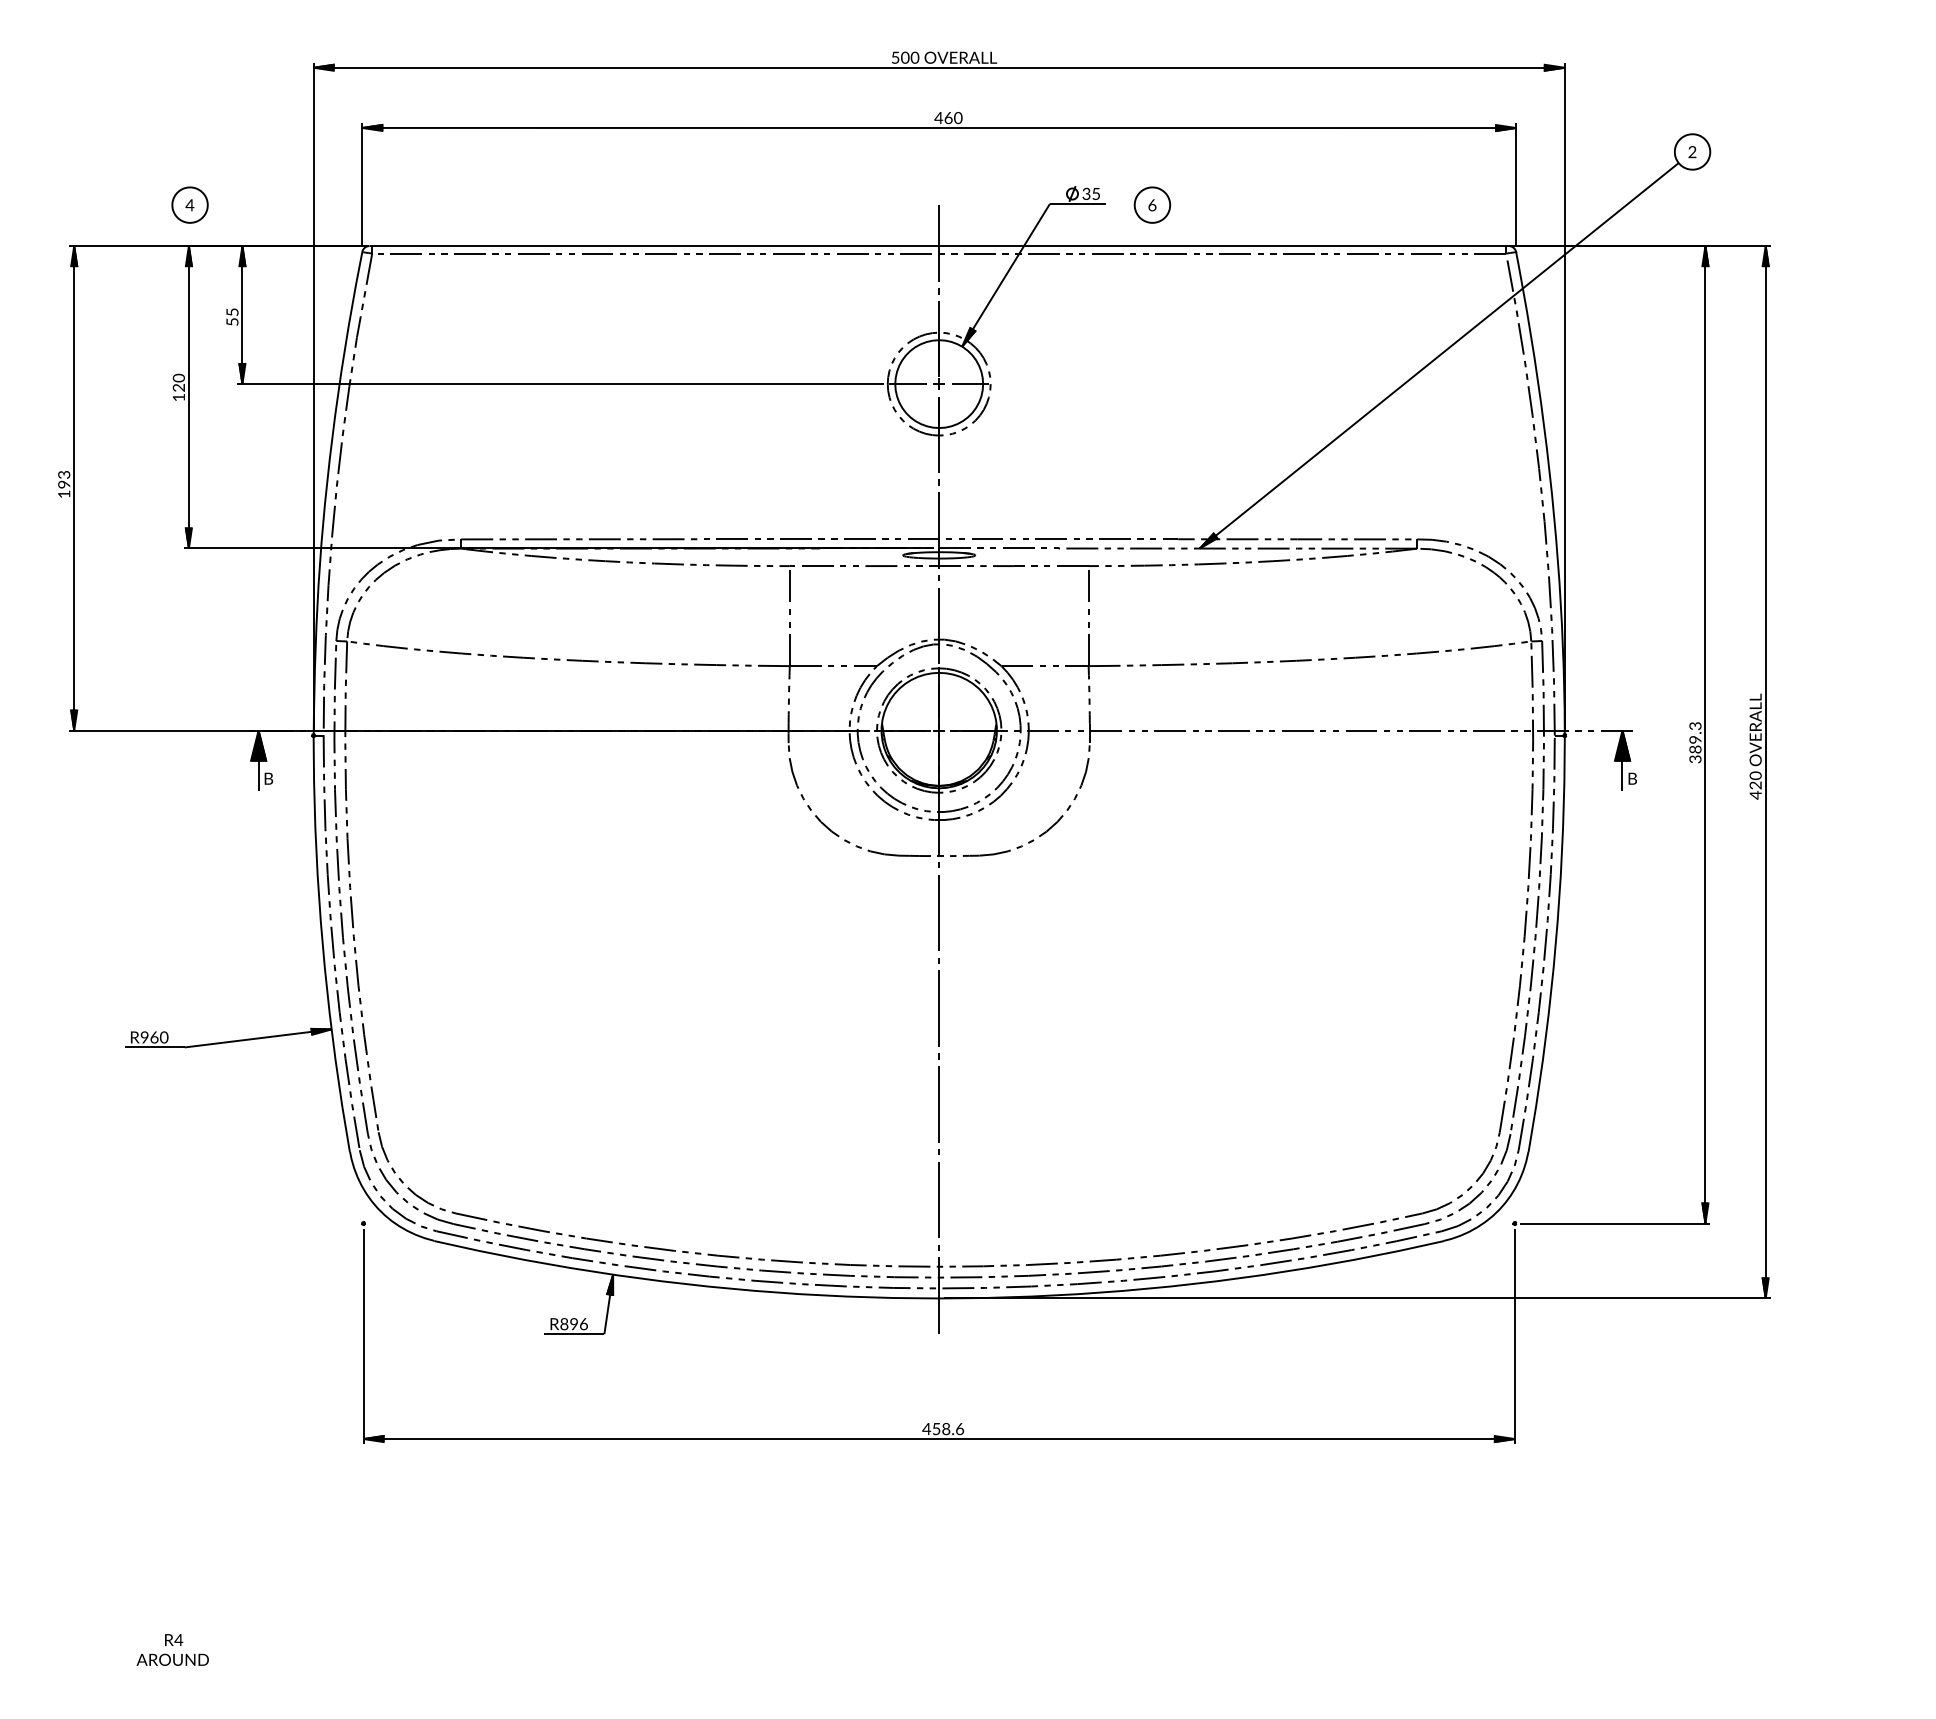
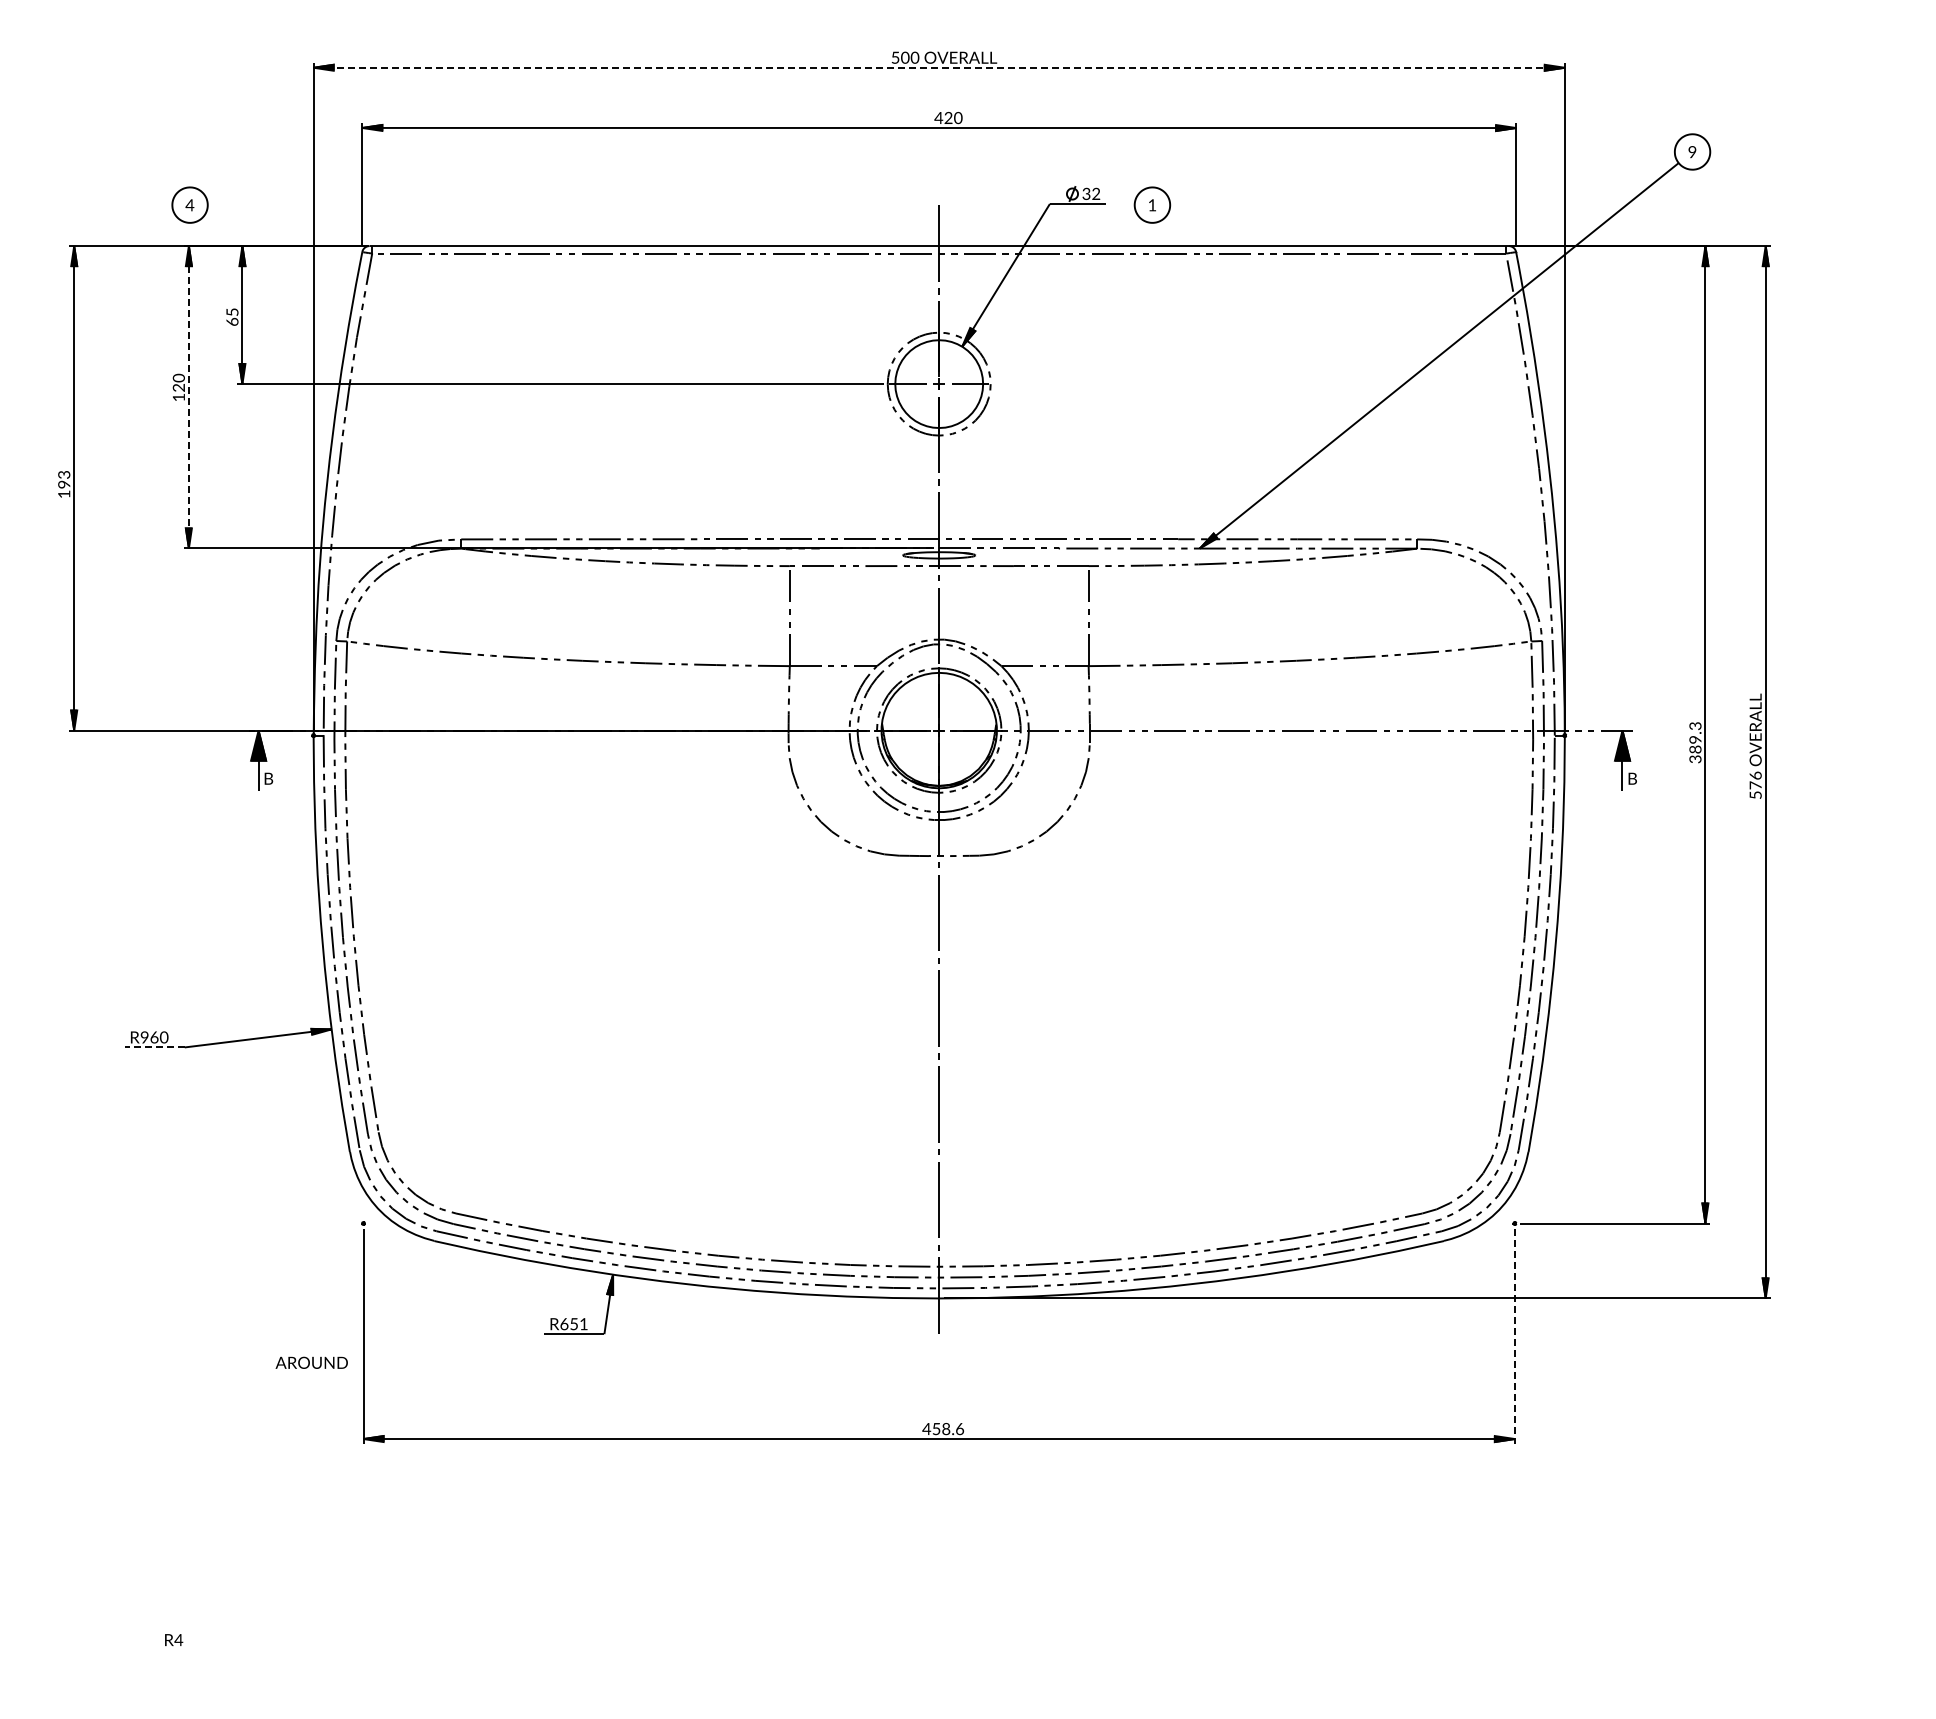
line at (939, 67): solid -> dashed
text at (948, 117): 460 -> 420
text at (1692, 152): 2 -> 9
text at (1096, 193): 35 -> 32
text at (1152, 205): 6 -> 1
text at (232, 321): 55 -> 65
line at (188, 396): solid -> dashed
text at (1755, 785): 420 -> 576
line at (154, 1047): solid -> dashed
text at (573, 1324): R896 -> R651
line at (1514, 1336): solid -> dashed
text at (172, 1659) position: (172, 1659) -> (311, 1362)
